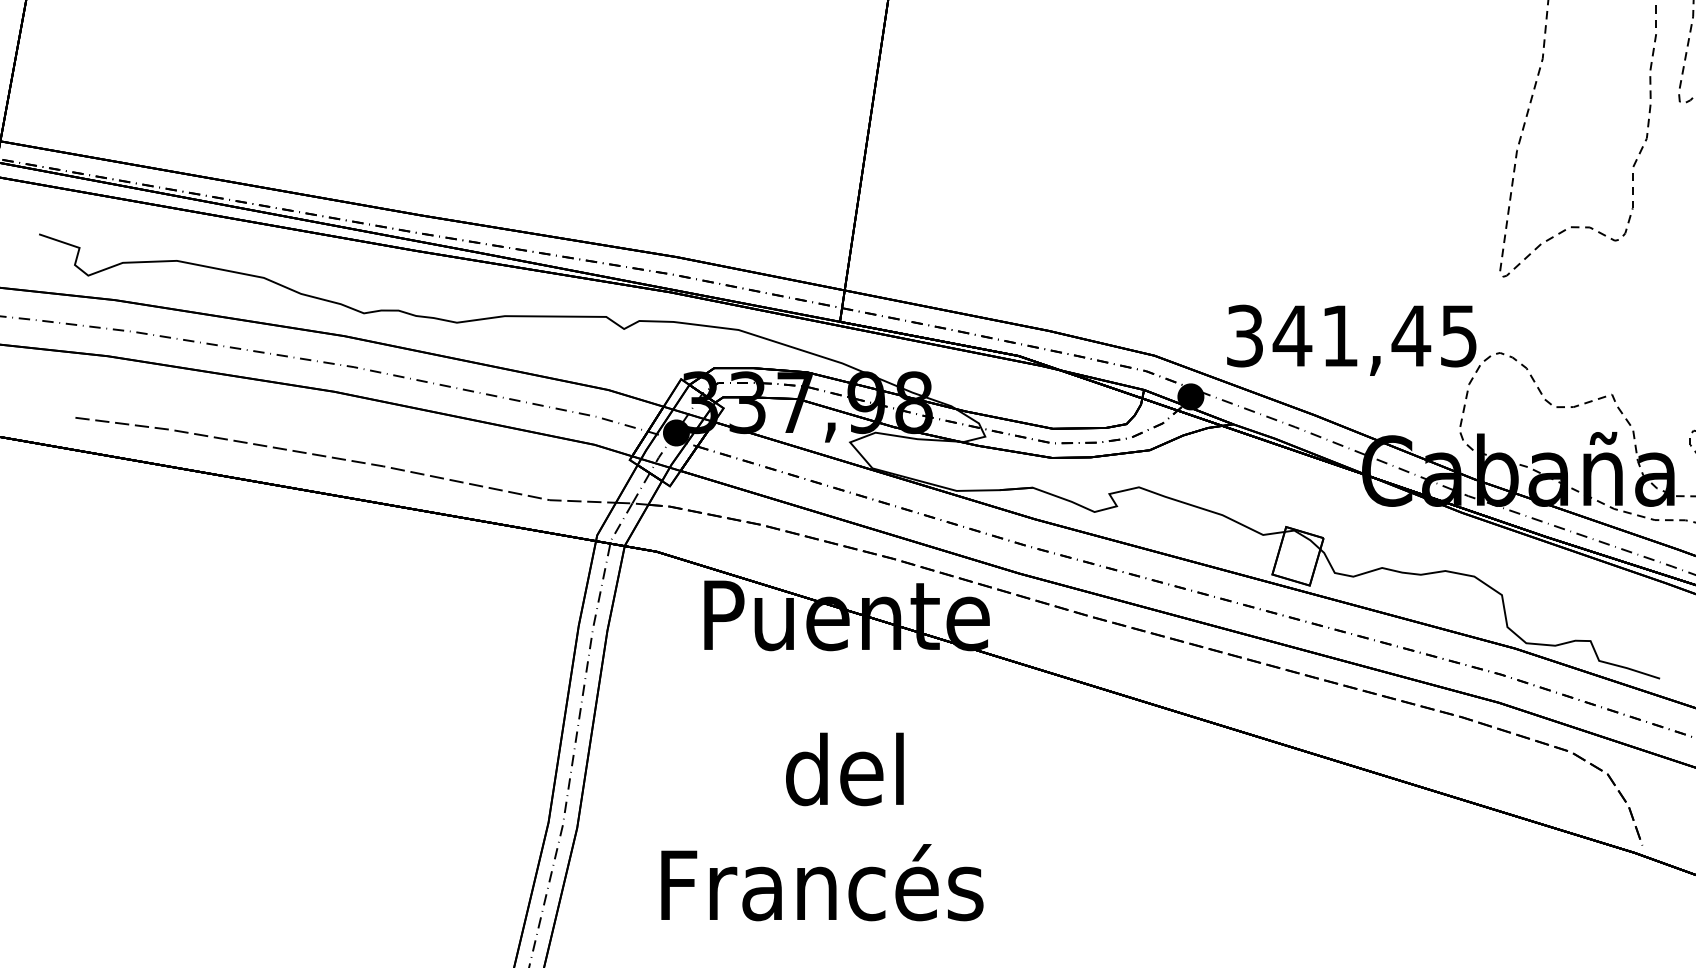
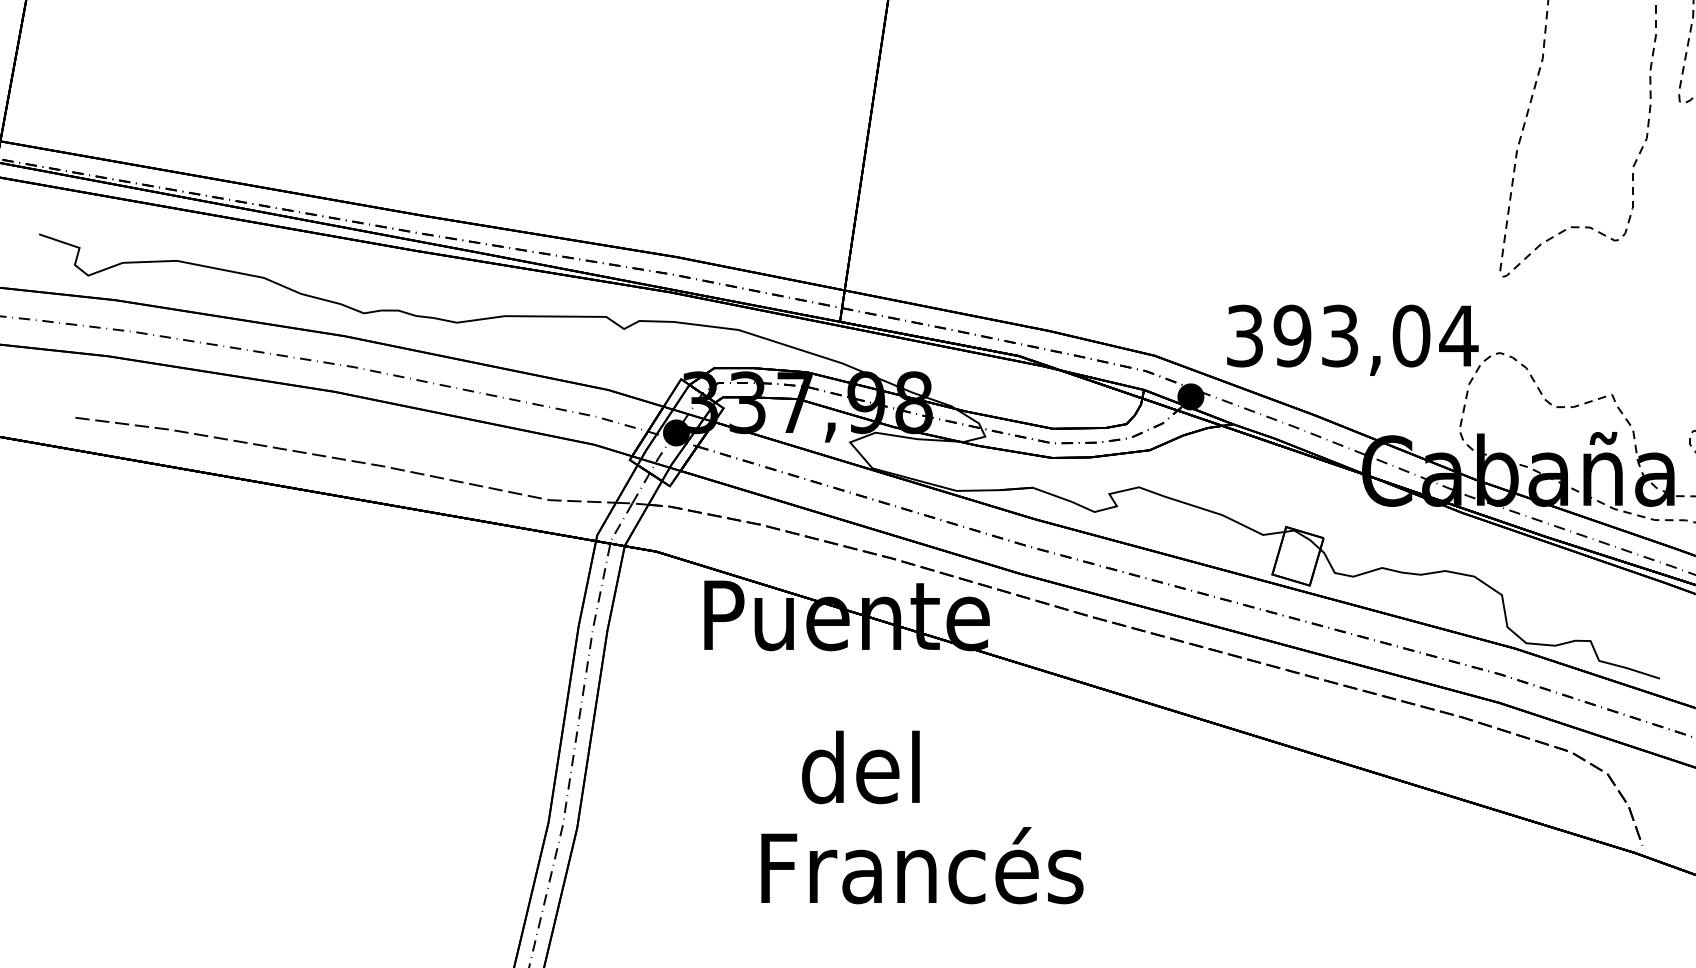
text at (1375, 335): 341,45 -> 393,04
text at (844, 769) position: (844, 769) -> (860, 767)
text at (822, 882) position: (822, 882) -> (922, 865)
